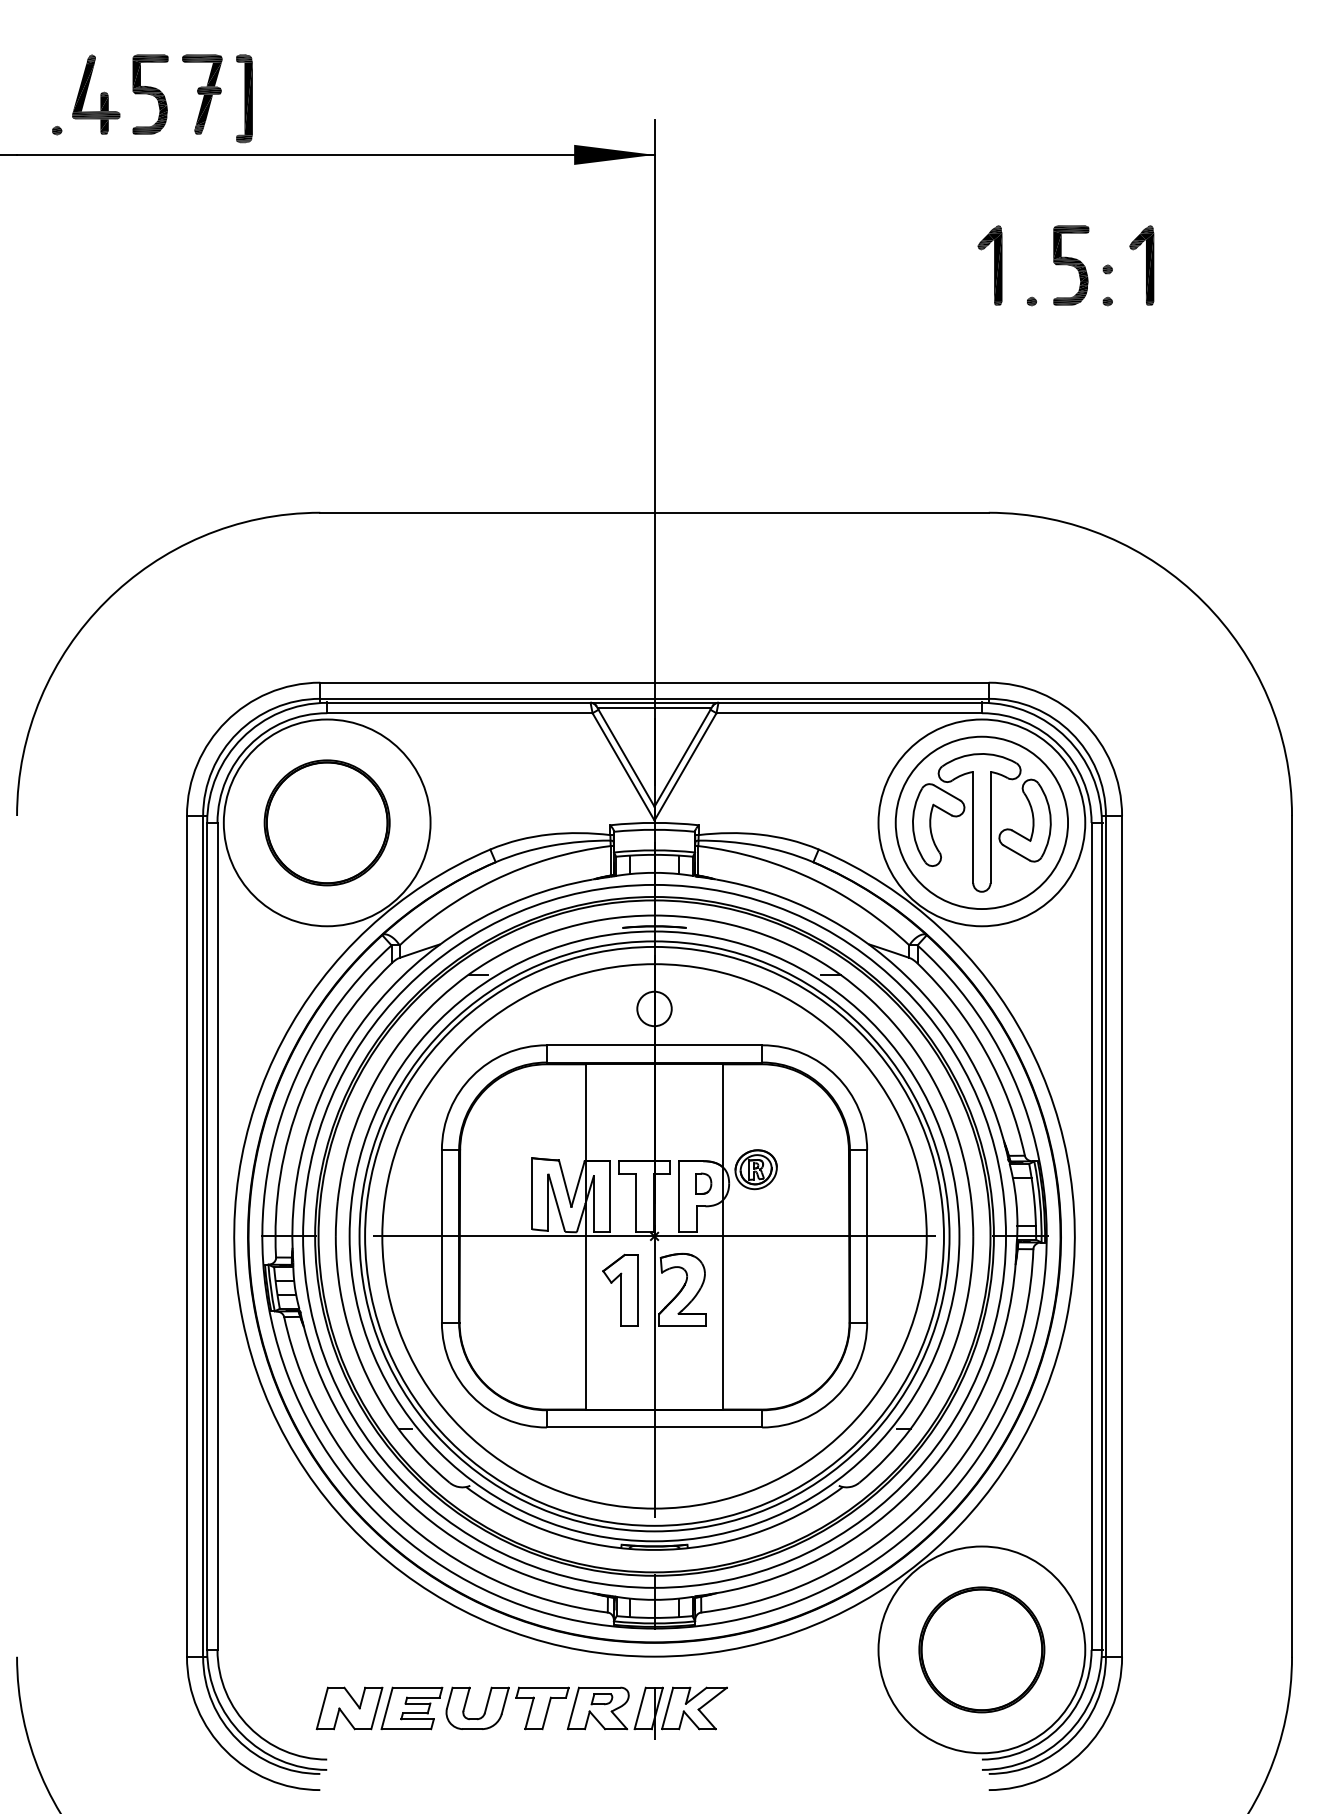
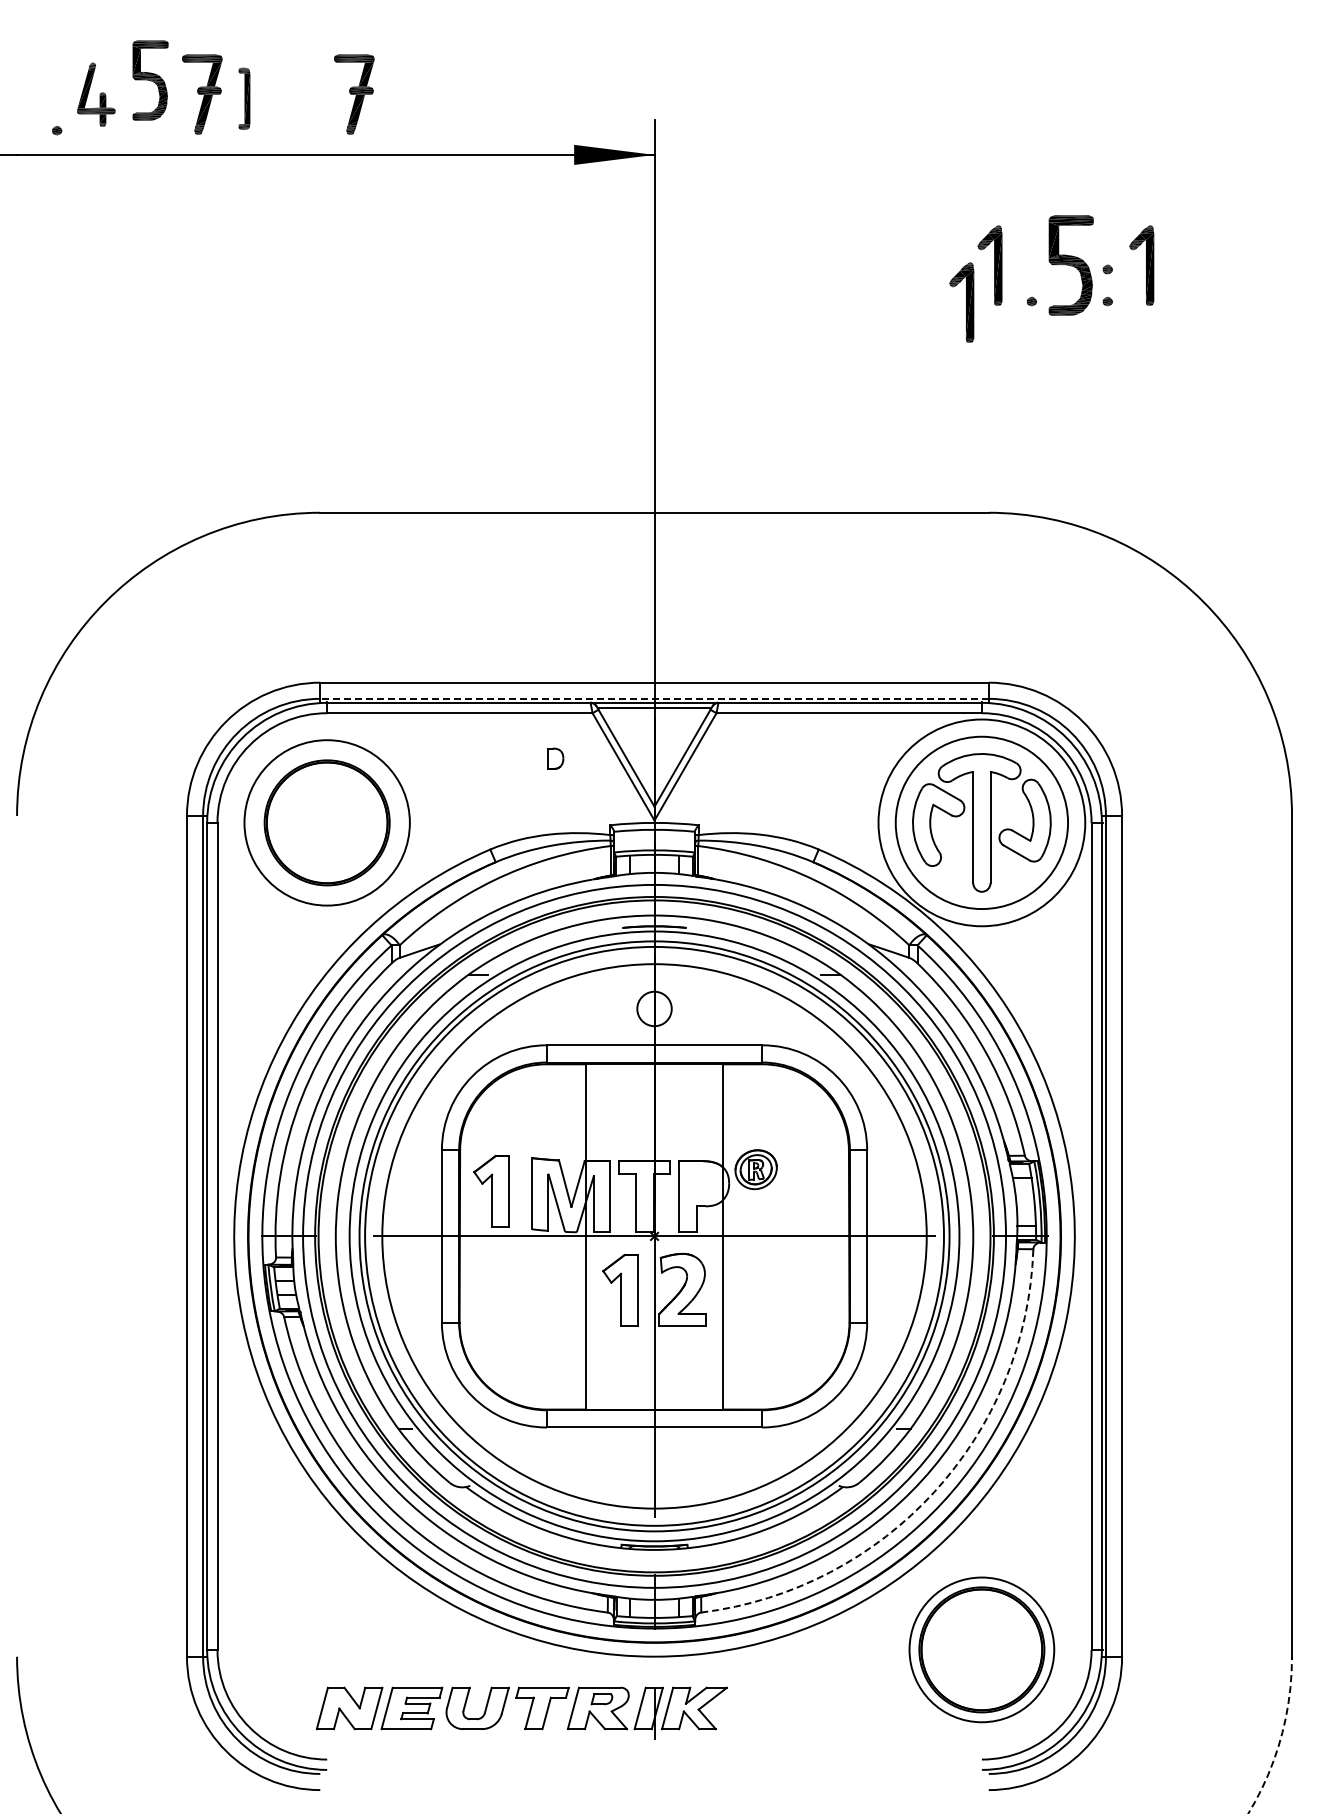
part at (96, 94) size: 49x81 px -> 39x65 px
part at (150, 94) position: (150, 94) -> (150, 80)
part at (354, 94): none -> present
part at (244, 98) size: 17x90 px -> 13x63 px
part at (1071, 265) size: 37x81 px -> 46x101 px
part at (961, 302): none -> present
line at (654, 698): solid -> dashed
circle at (326, 822) diameter: 207 px -> 165 px
part at (703, 1183) position: (703, 1183) -> (555, 758)
part at (491, 1190): none -> present
arc at (934, 1492): solid -> dashed
circle at (981, 1649) diameter: 207 px -> 145 px
arc at (1281, 1736): solid -> dashed
